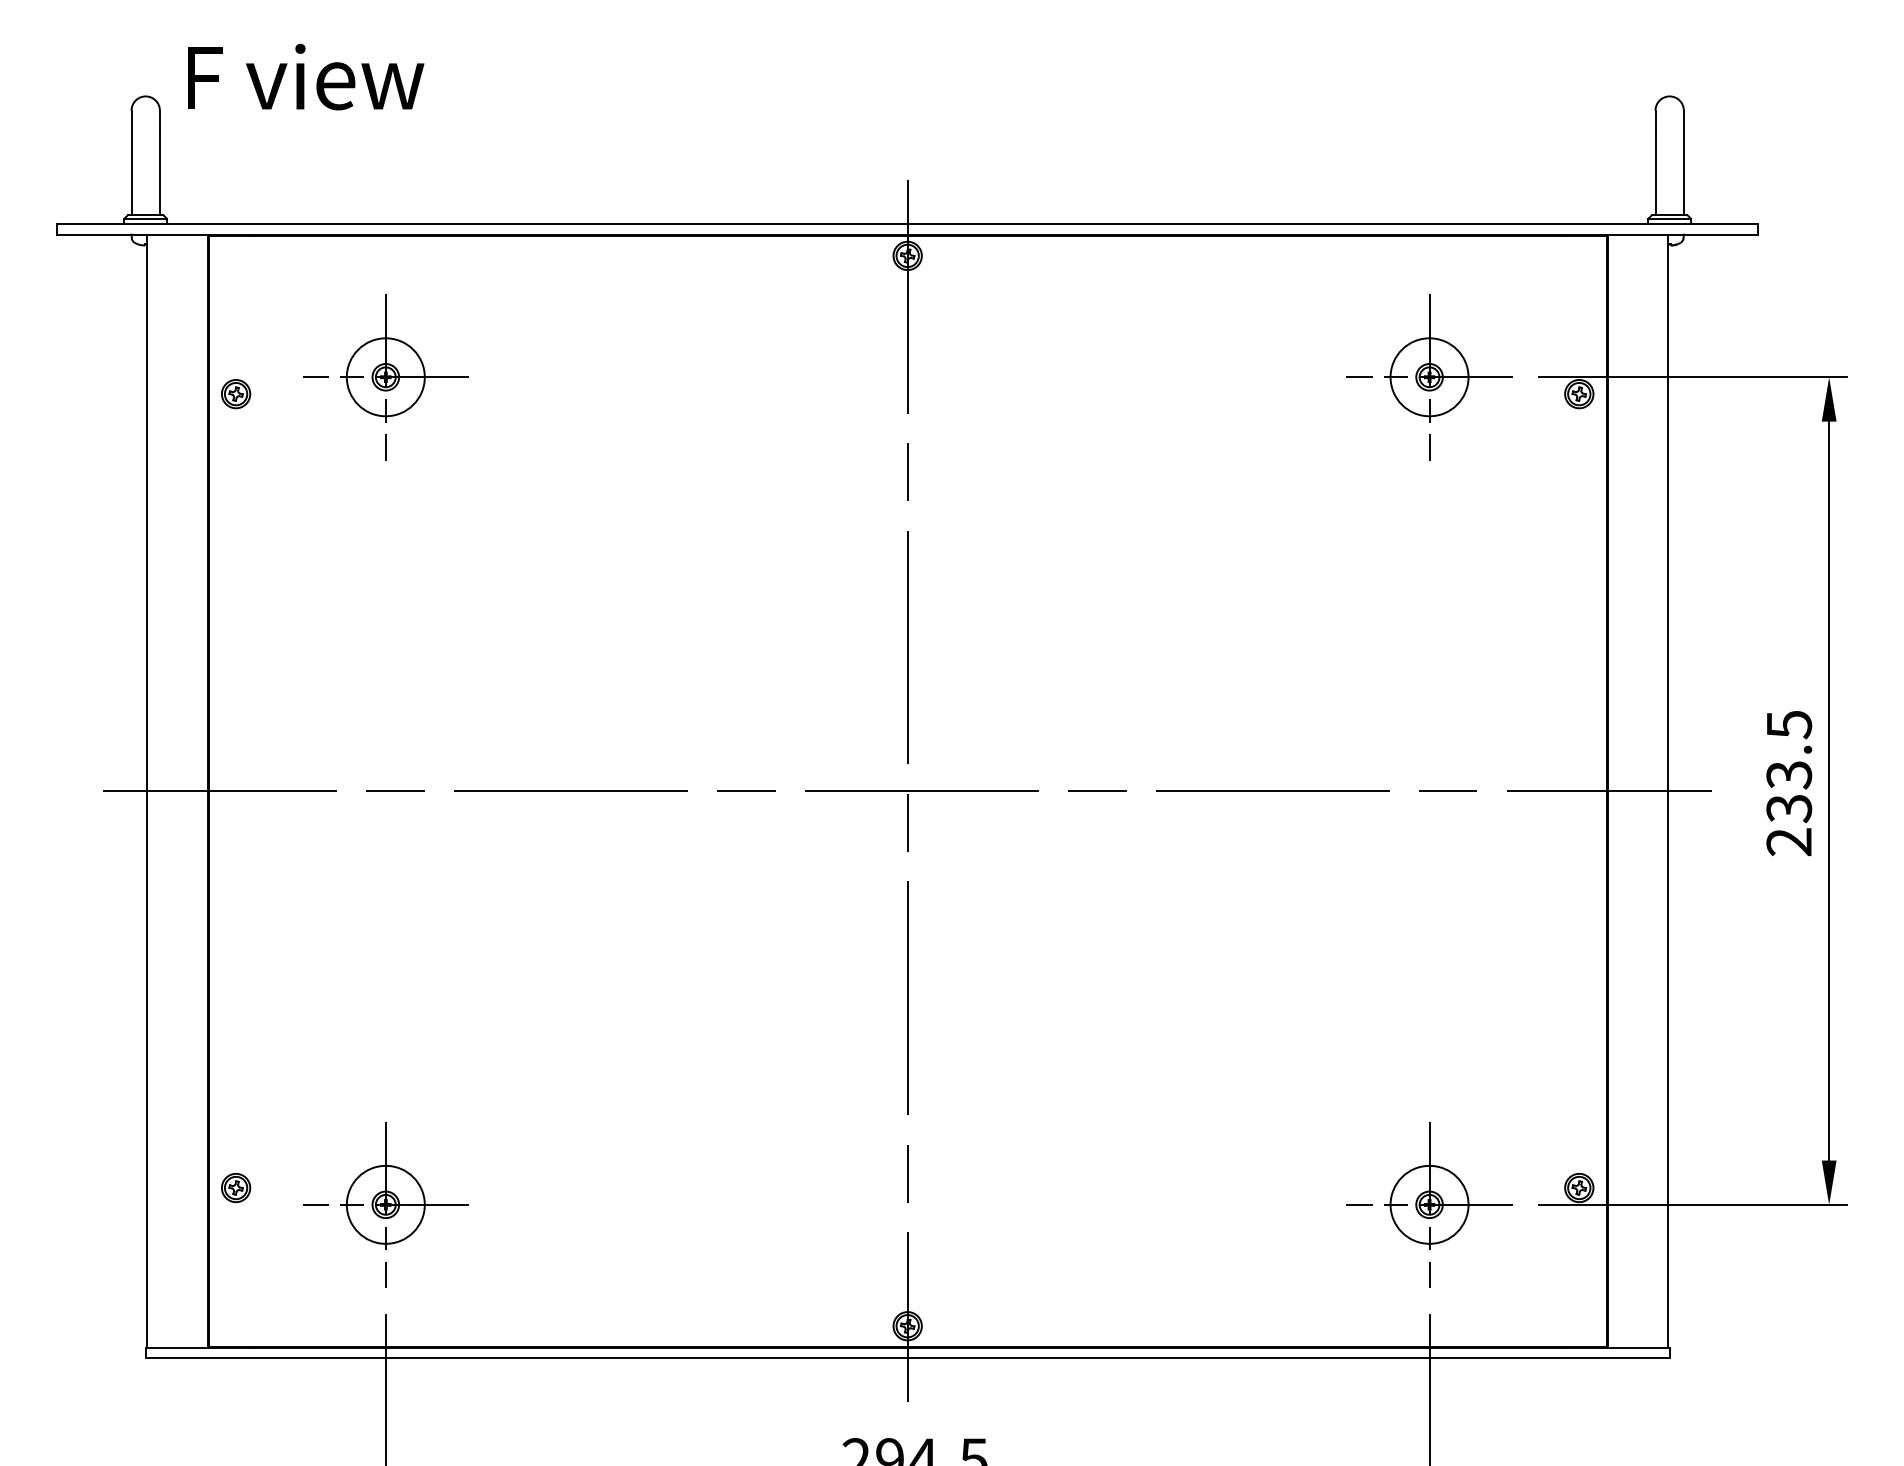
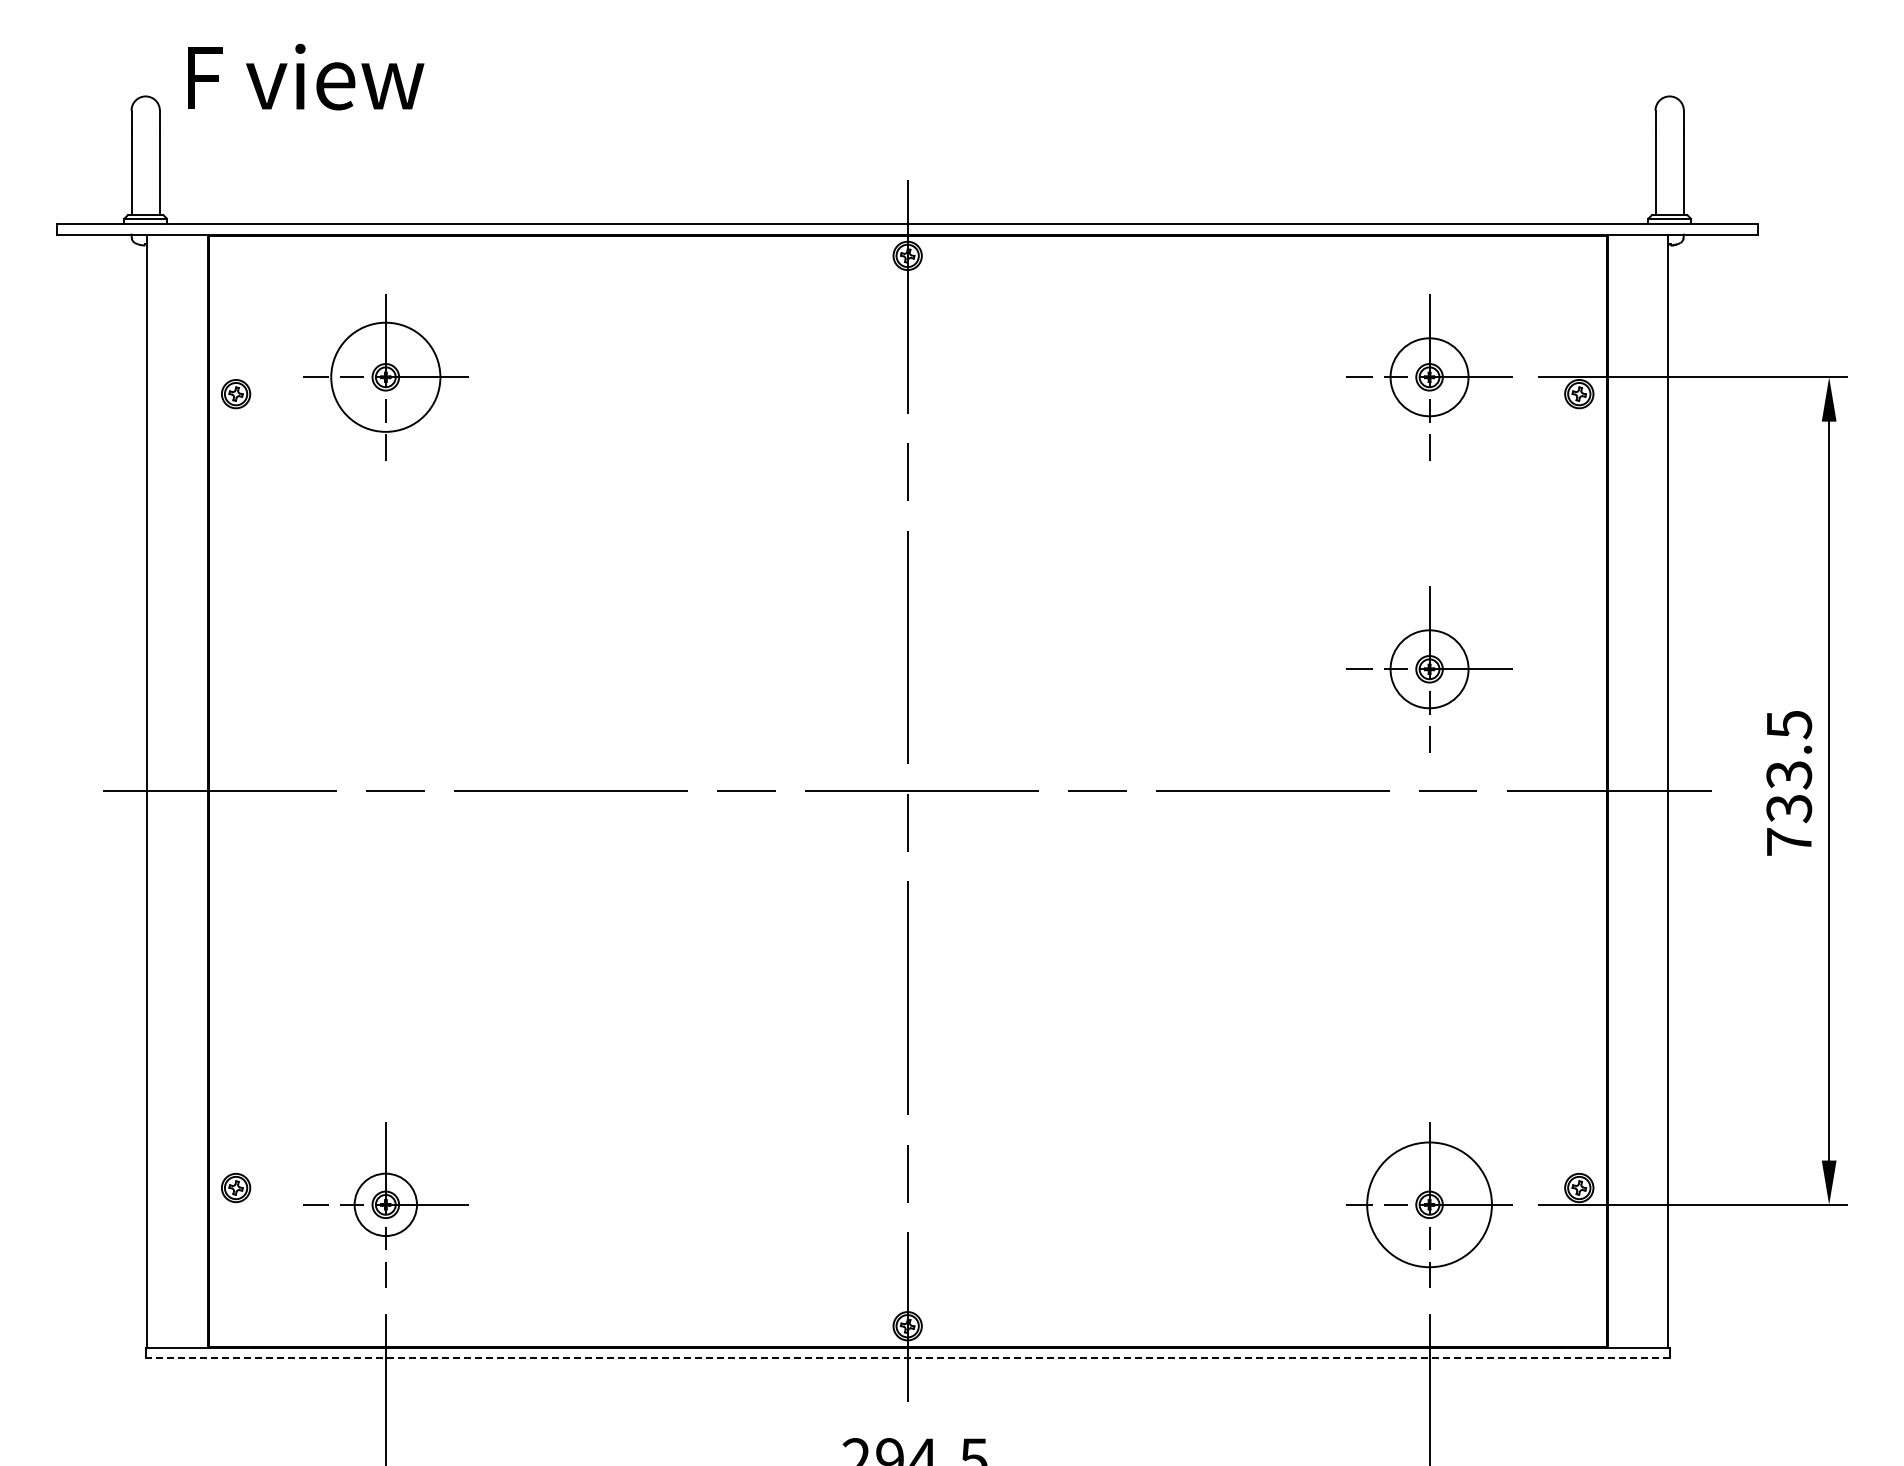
circle at (385, 377) diameter: 78 px -> 109 px
part at (1429, 669): none -> present
text at (1788, 842): 233.5 -> 733.5
circle at (385, 1204) diameter: 78 px -> 62 px
circle at (1429, 1204) diameter: 78 px -> 125 px
line at (907, 1358): solid -> dashed
